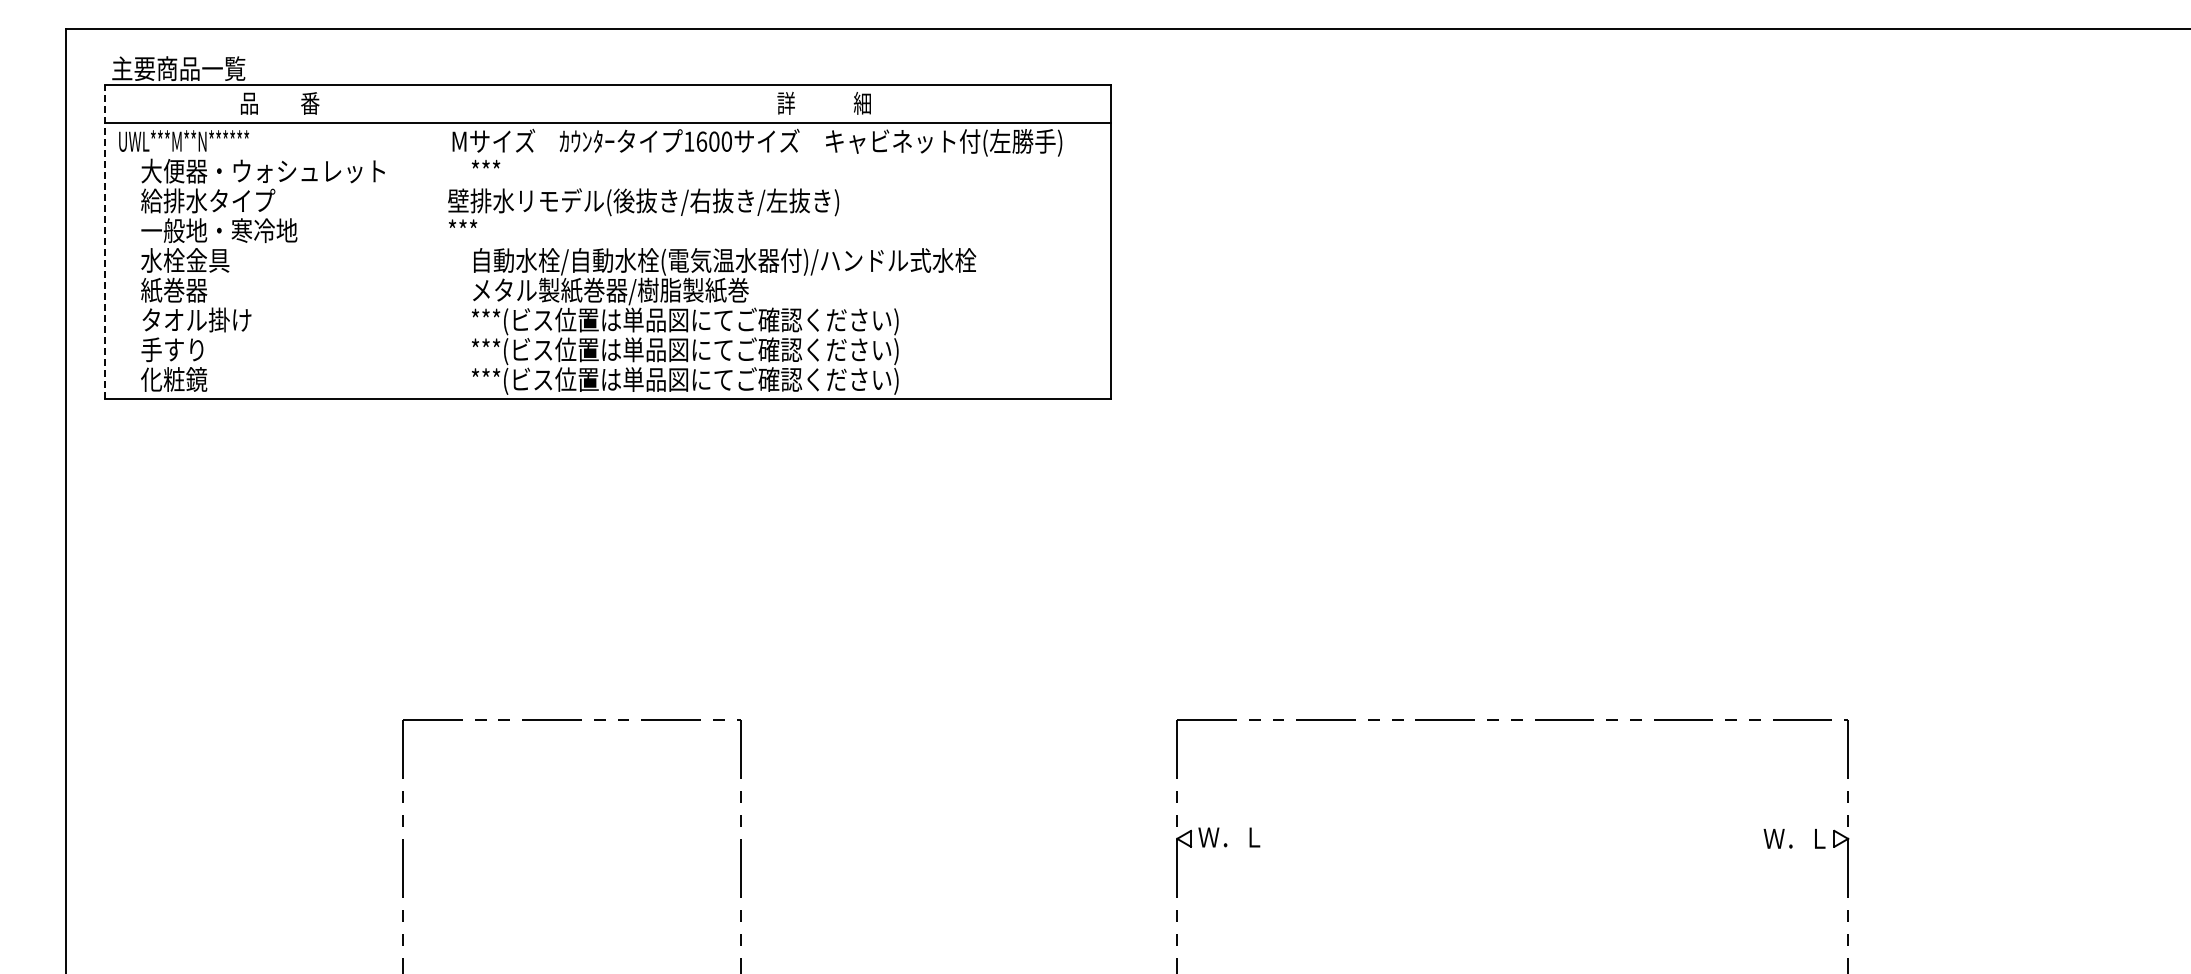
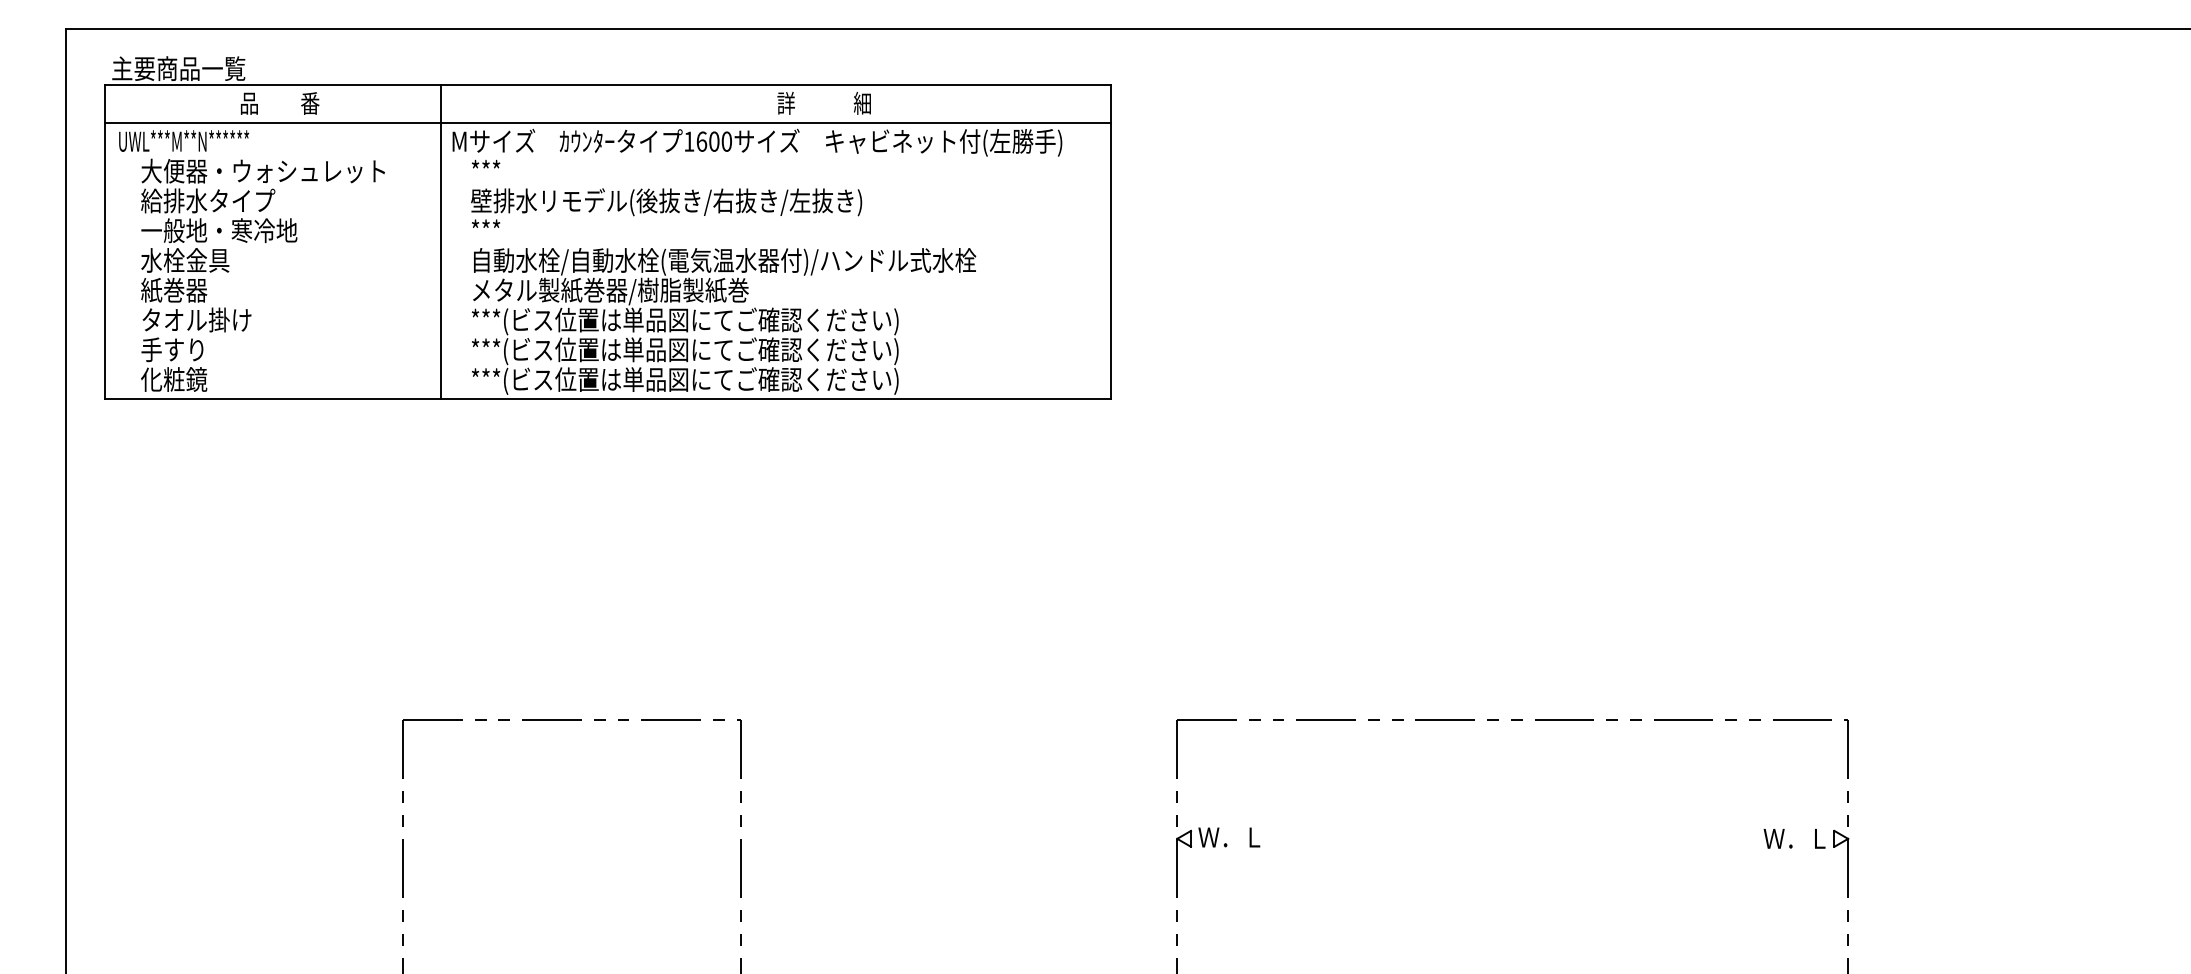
text at (643, 207) position: (643, 207) -> (666, 207)
line at (105, 241): dashed -> solid
line at (440, 241): none -> present
